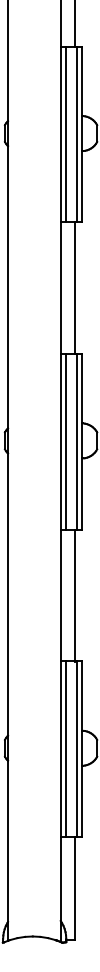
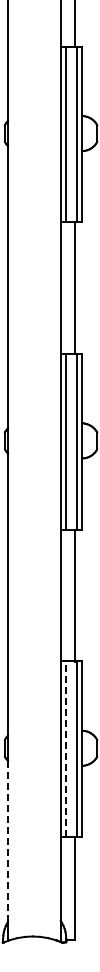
line at (66, 749): solid -> dashed
line at (8, 841): solid -> dashed
